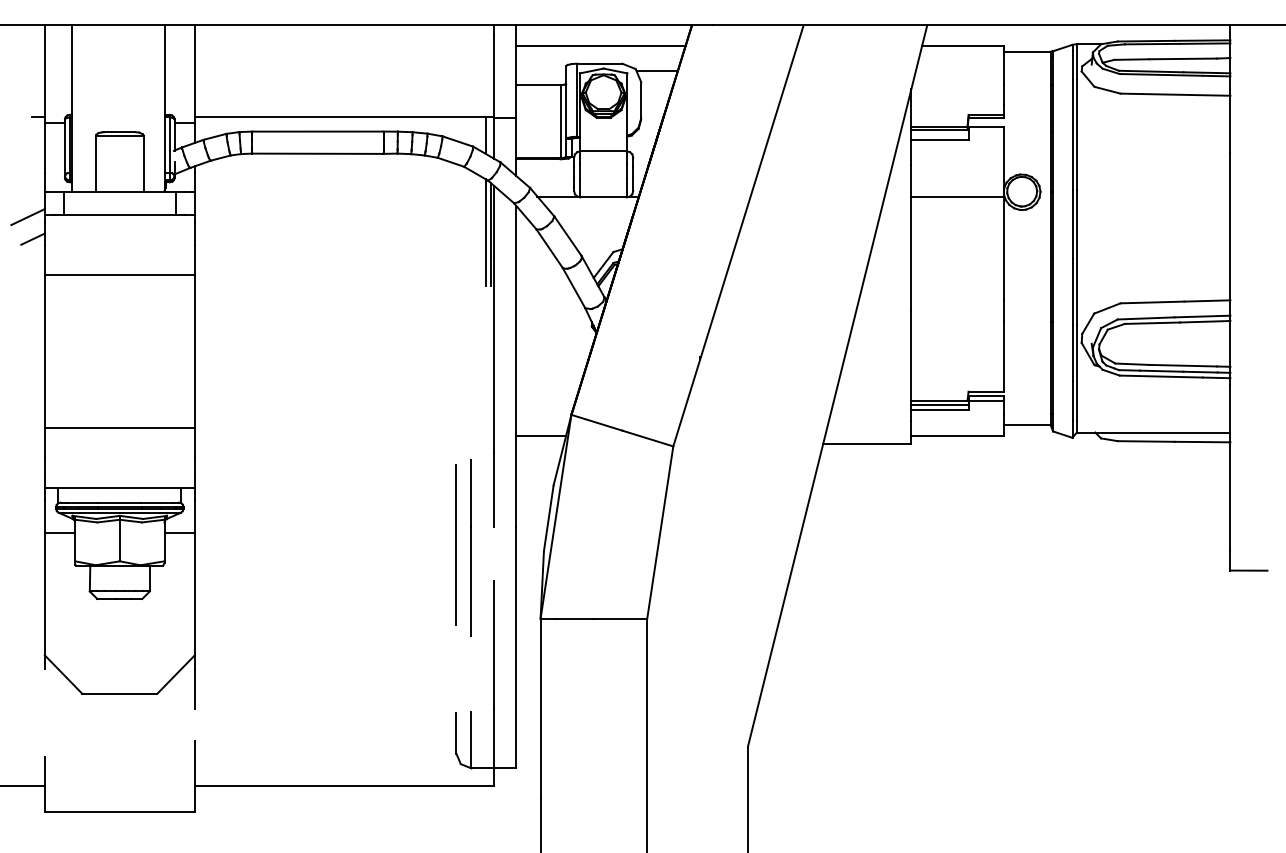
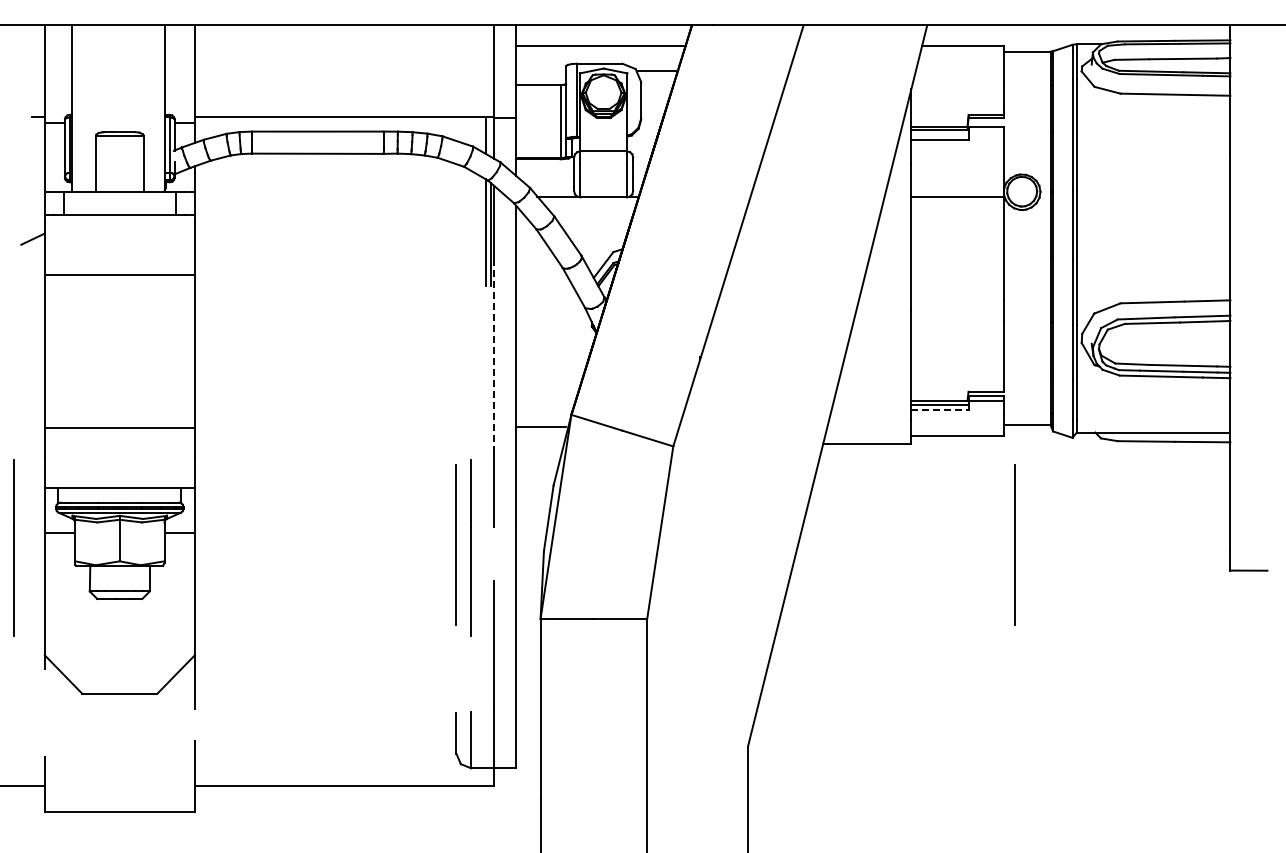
line at (27, 217): present -> none
line at (493, 355): solid -> dashed
line at (939, 409): solid -> dashed
line at (540, 436) position: (540, 436) -> (540, 427)
line at (1014, 544): none -> present
line at (13, 547): none -> present
